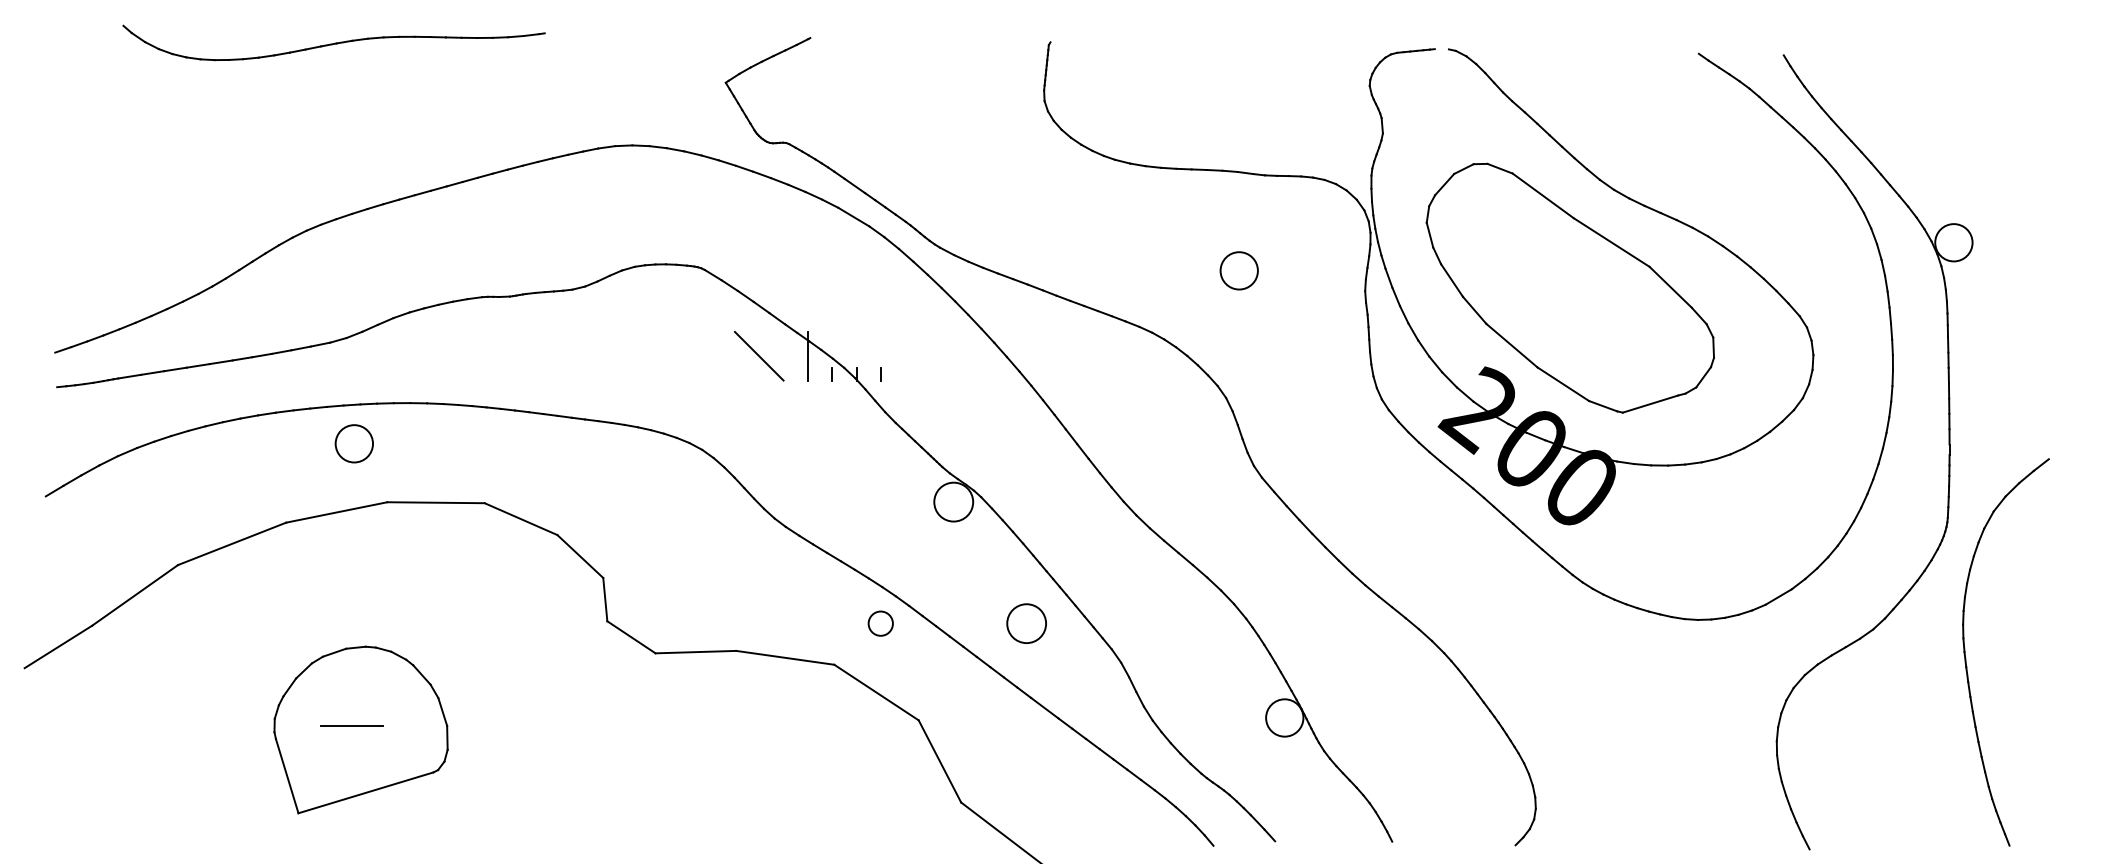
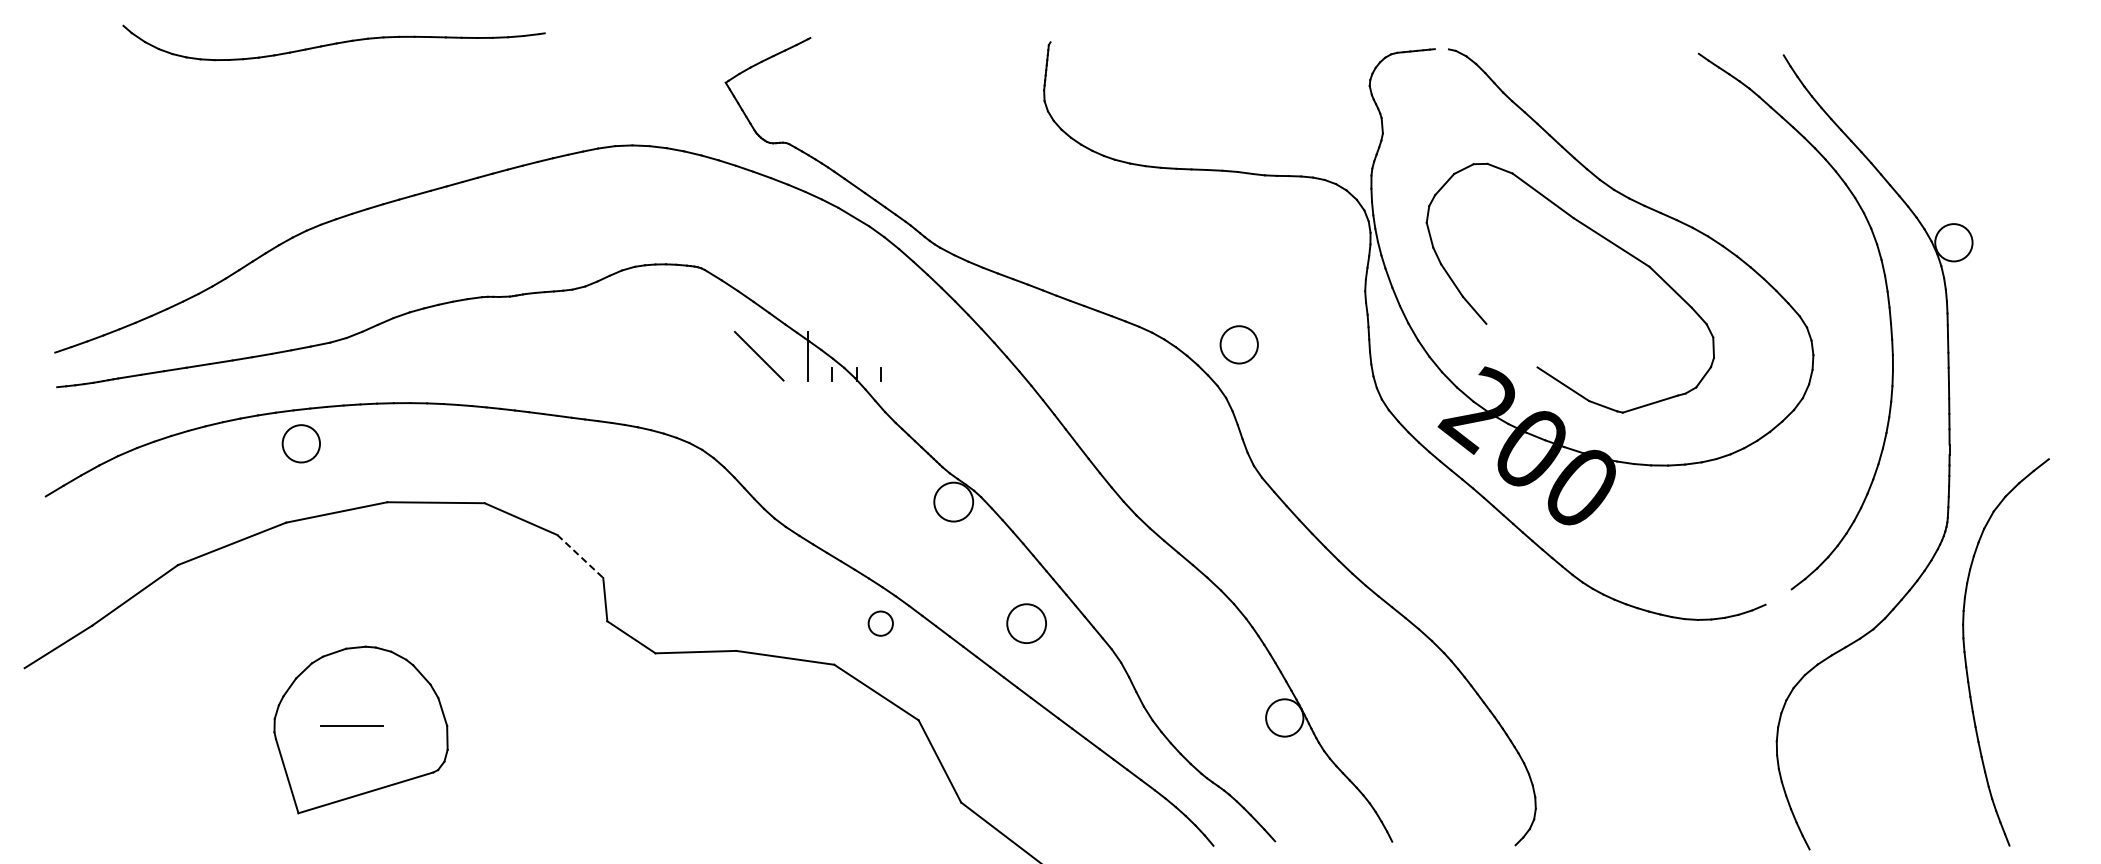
circle at (1238, 270) position: (1238, 270) -> (1238, 344)
line at (1511, 345): present -> none
circle at (353, 443) position: (353, 443) -> (300, 443)
line at (580, 556): solid -> dashed
line at (1778, 596): present -> none
